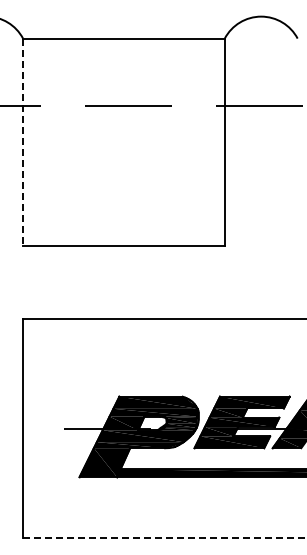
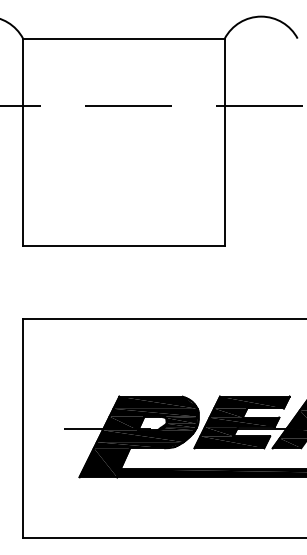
line at (23, 142): dashed -> solid
line at (164, 538): dashed -> solid
